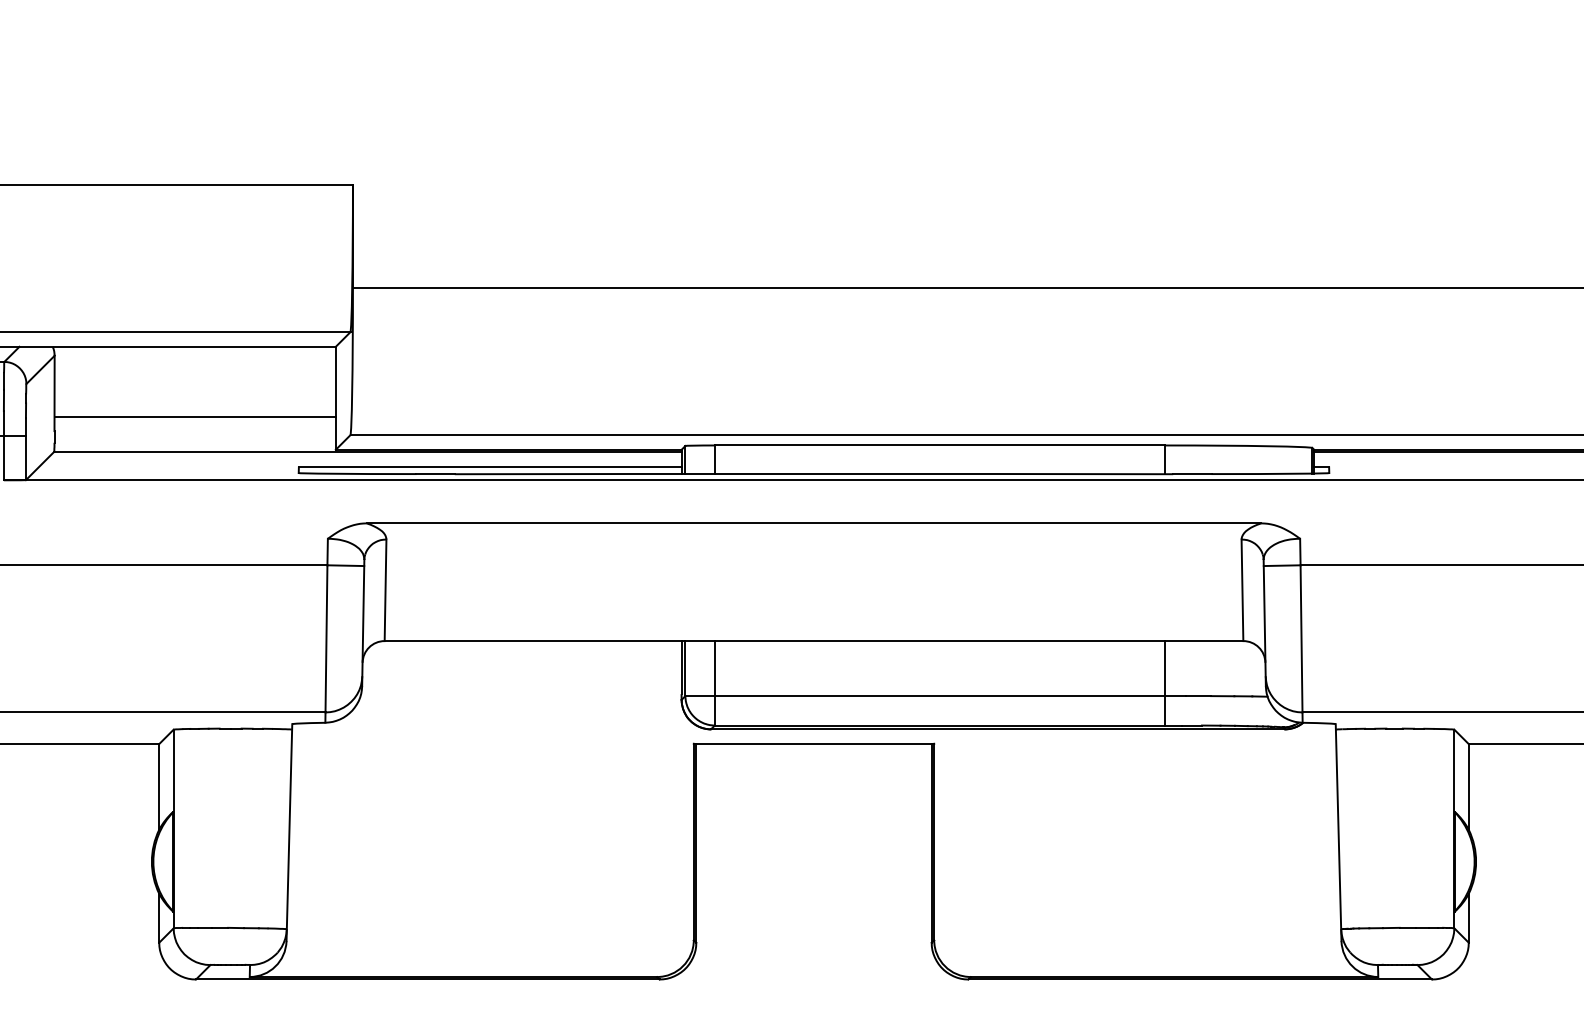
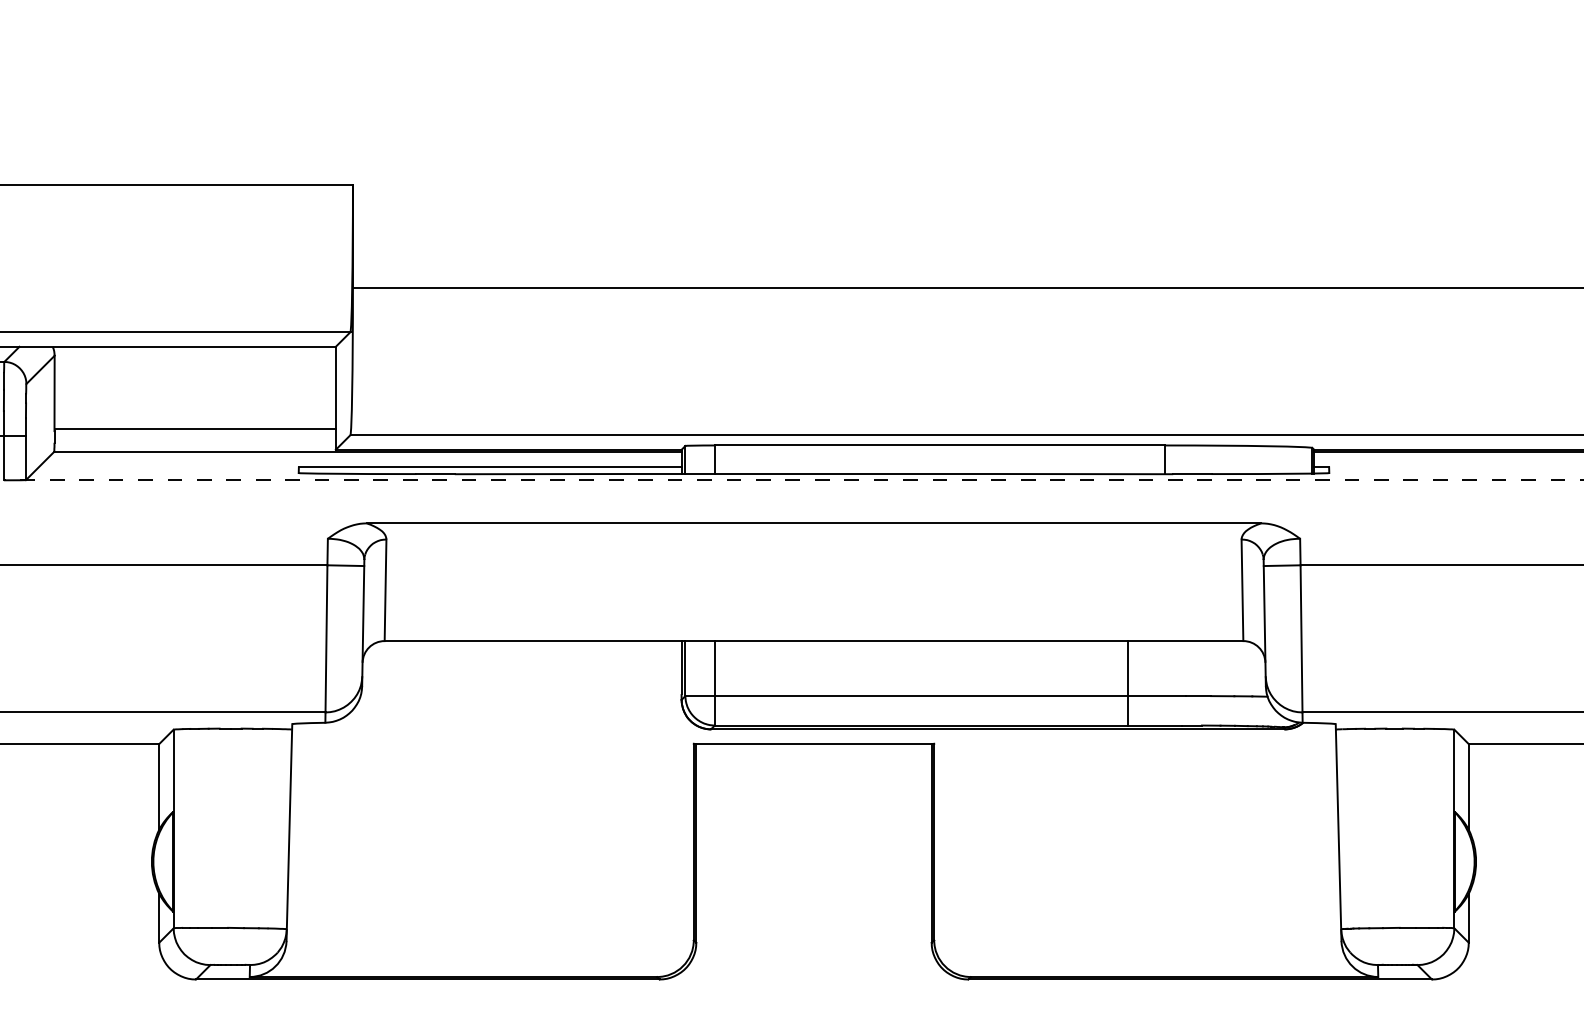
line at (194, 416) position: (194, 416) -> (194, 428)
line at (793, 480): solid -> dashed
line at (1165, 683) position: (1165, 683) -> (1128, 683)
